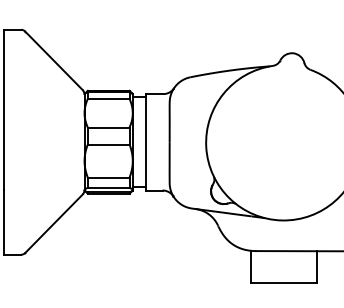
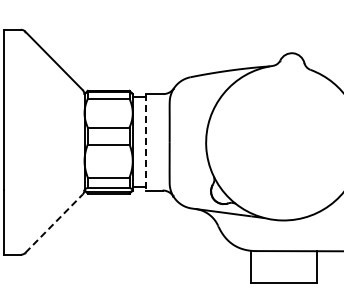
line at (145, 142): solid -> dashed
line at (54, 223): solid -> dashed
